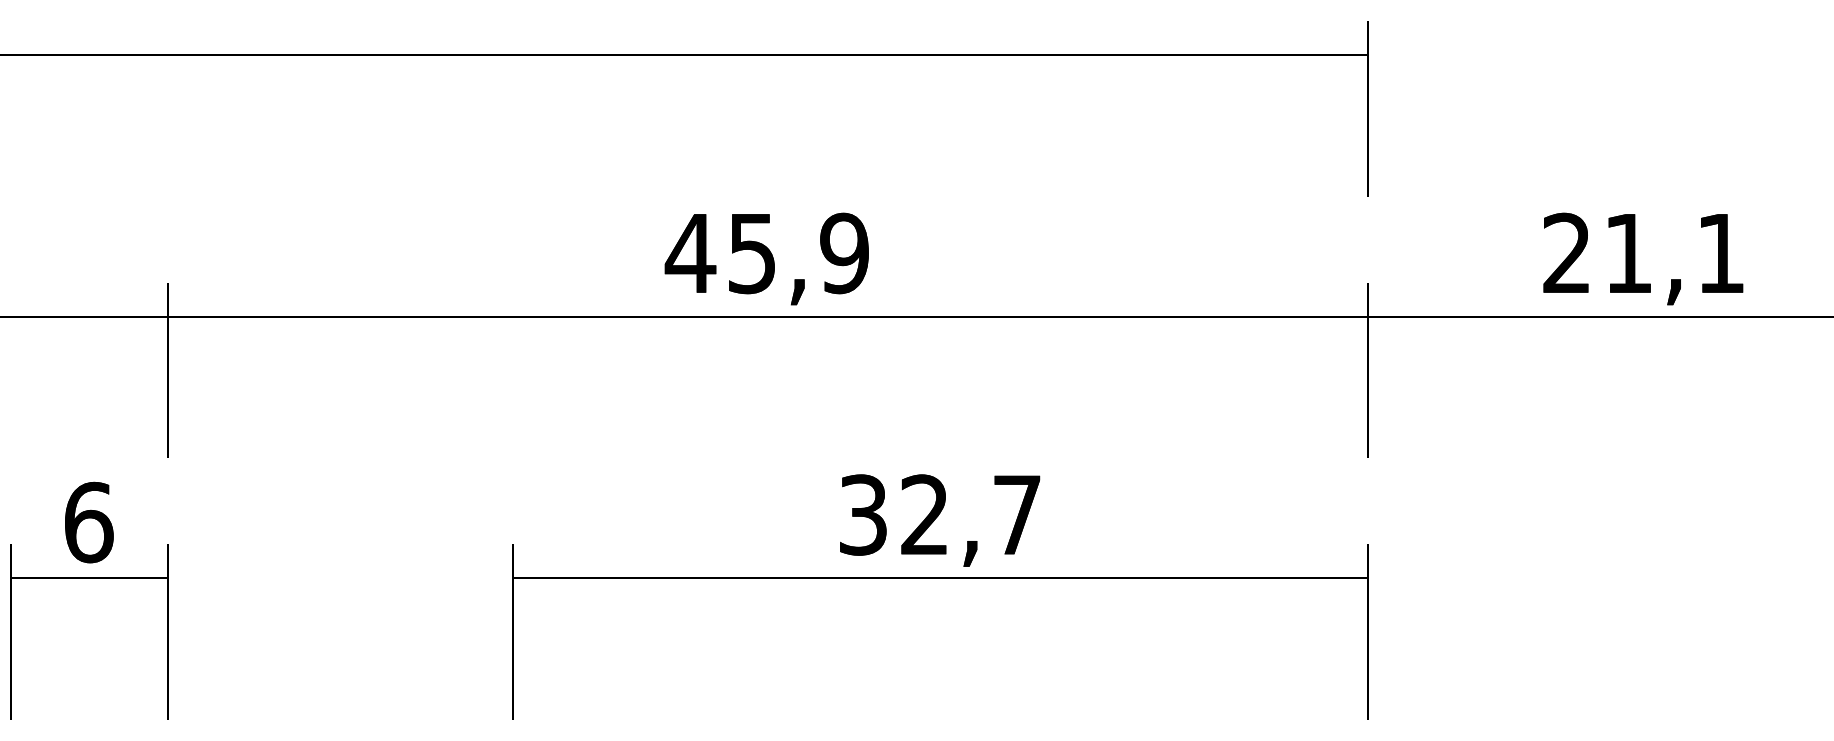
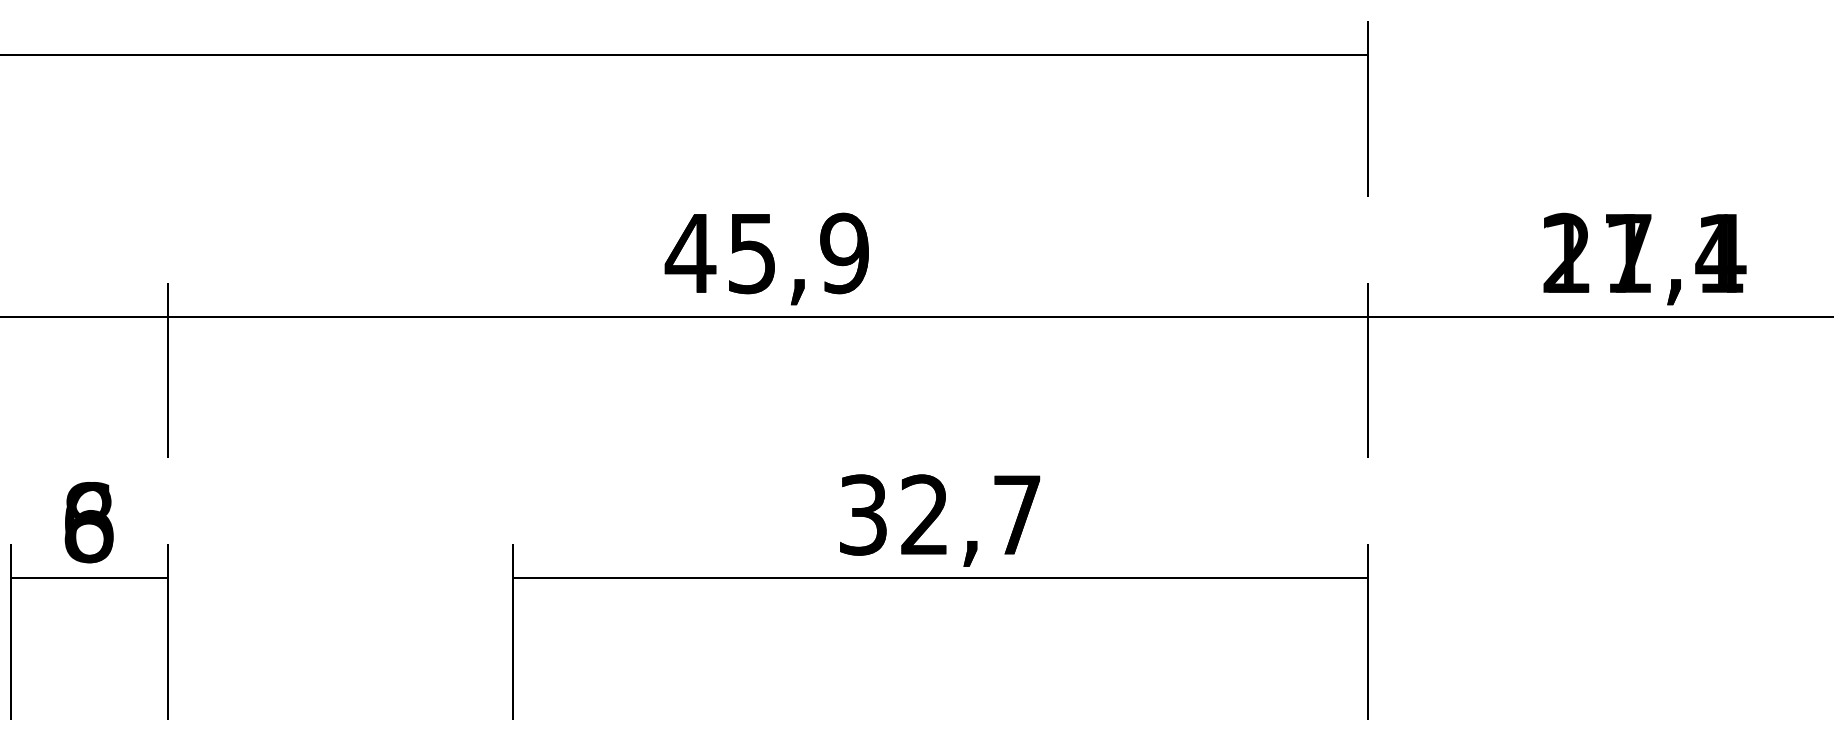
text at (1644, 252): 21,1 -> 17,4
text at (88, 522): 6 -> 8
